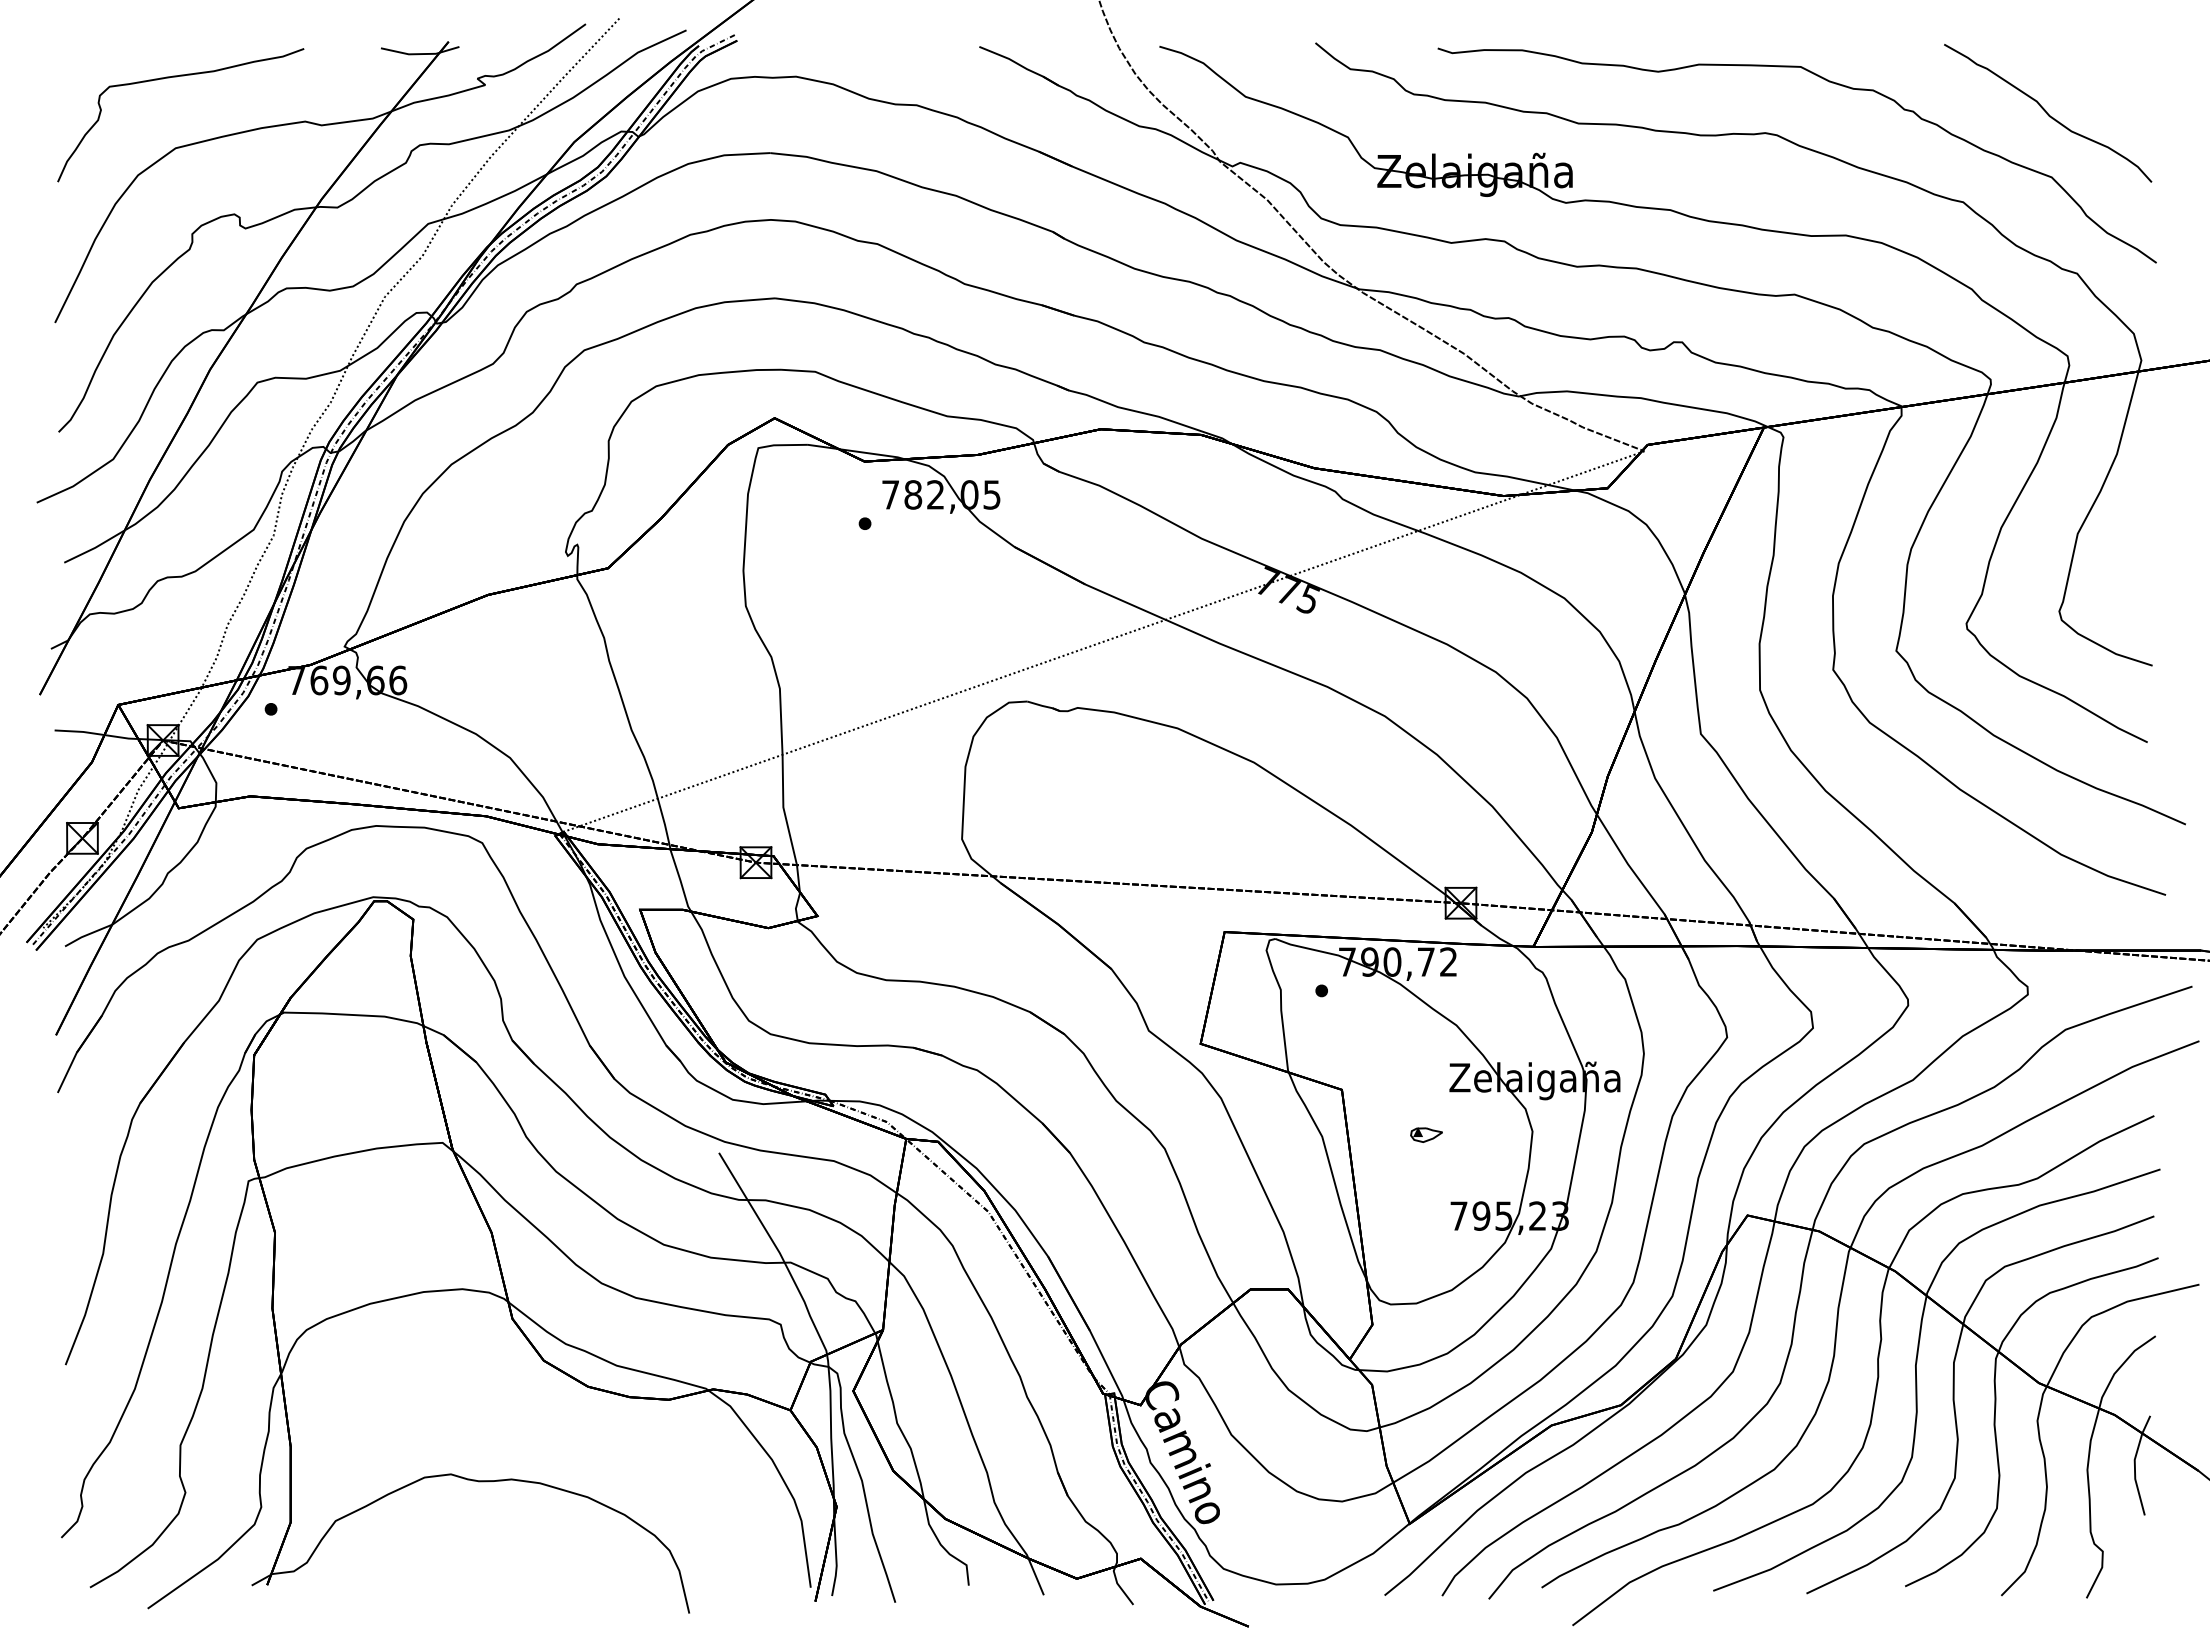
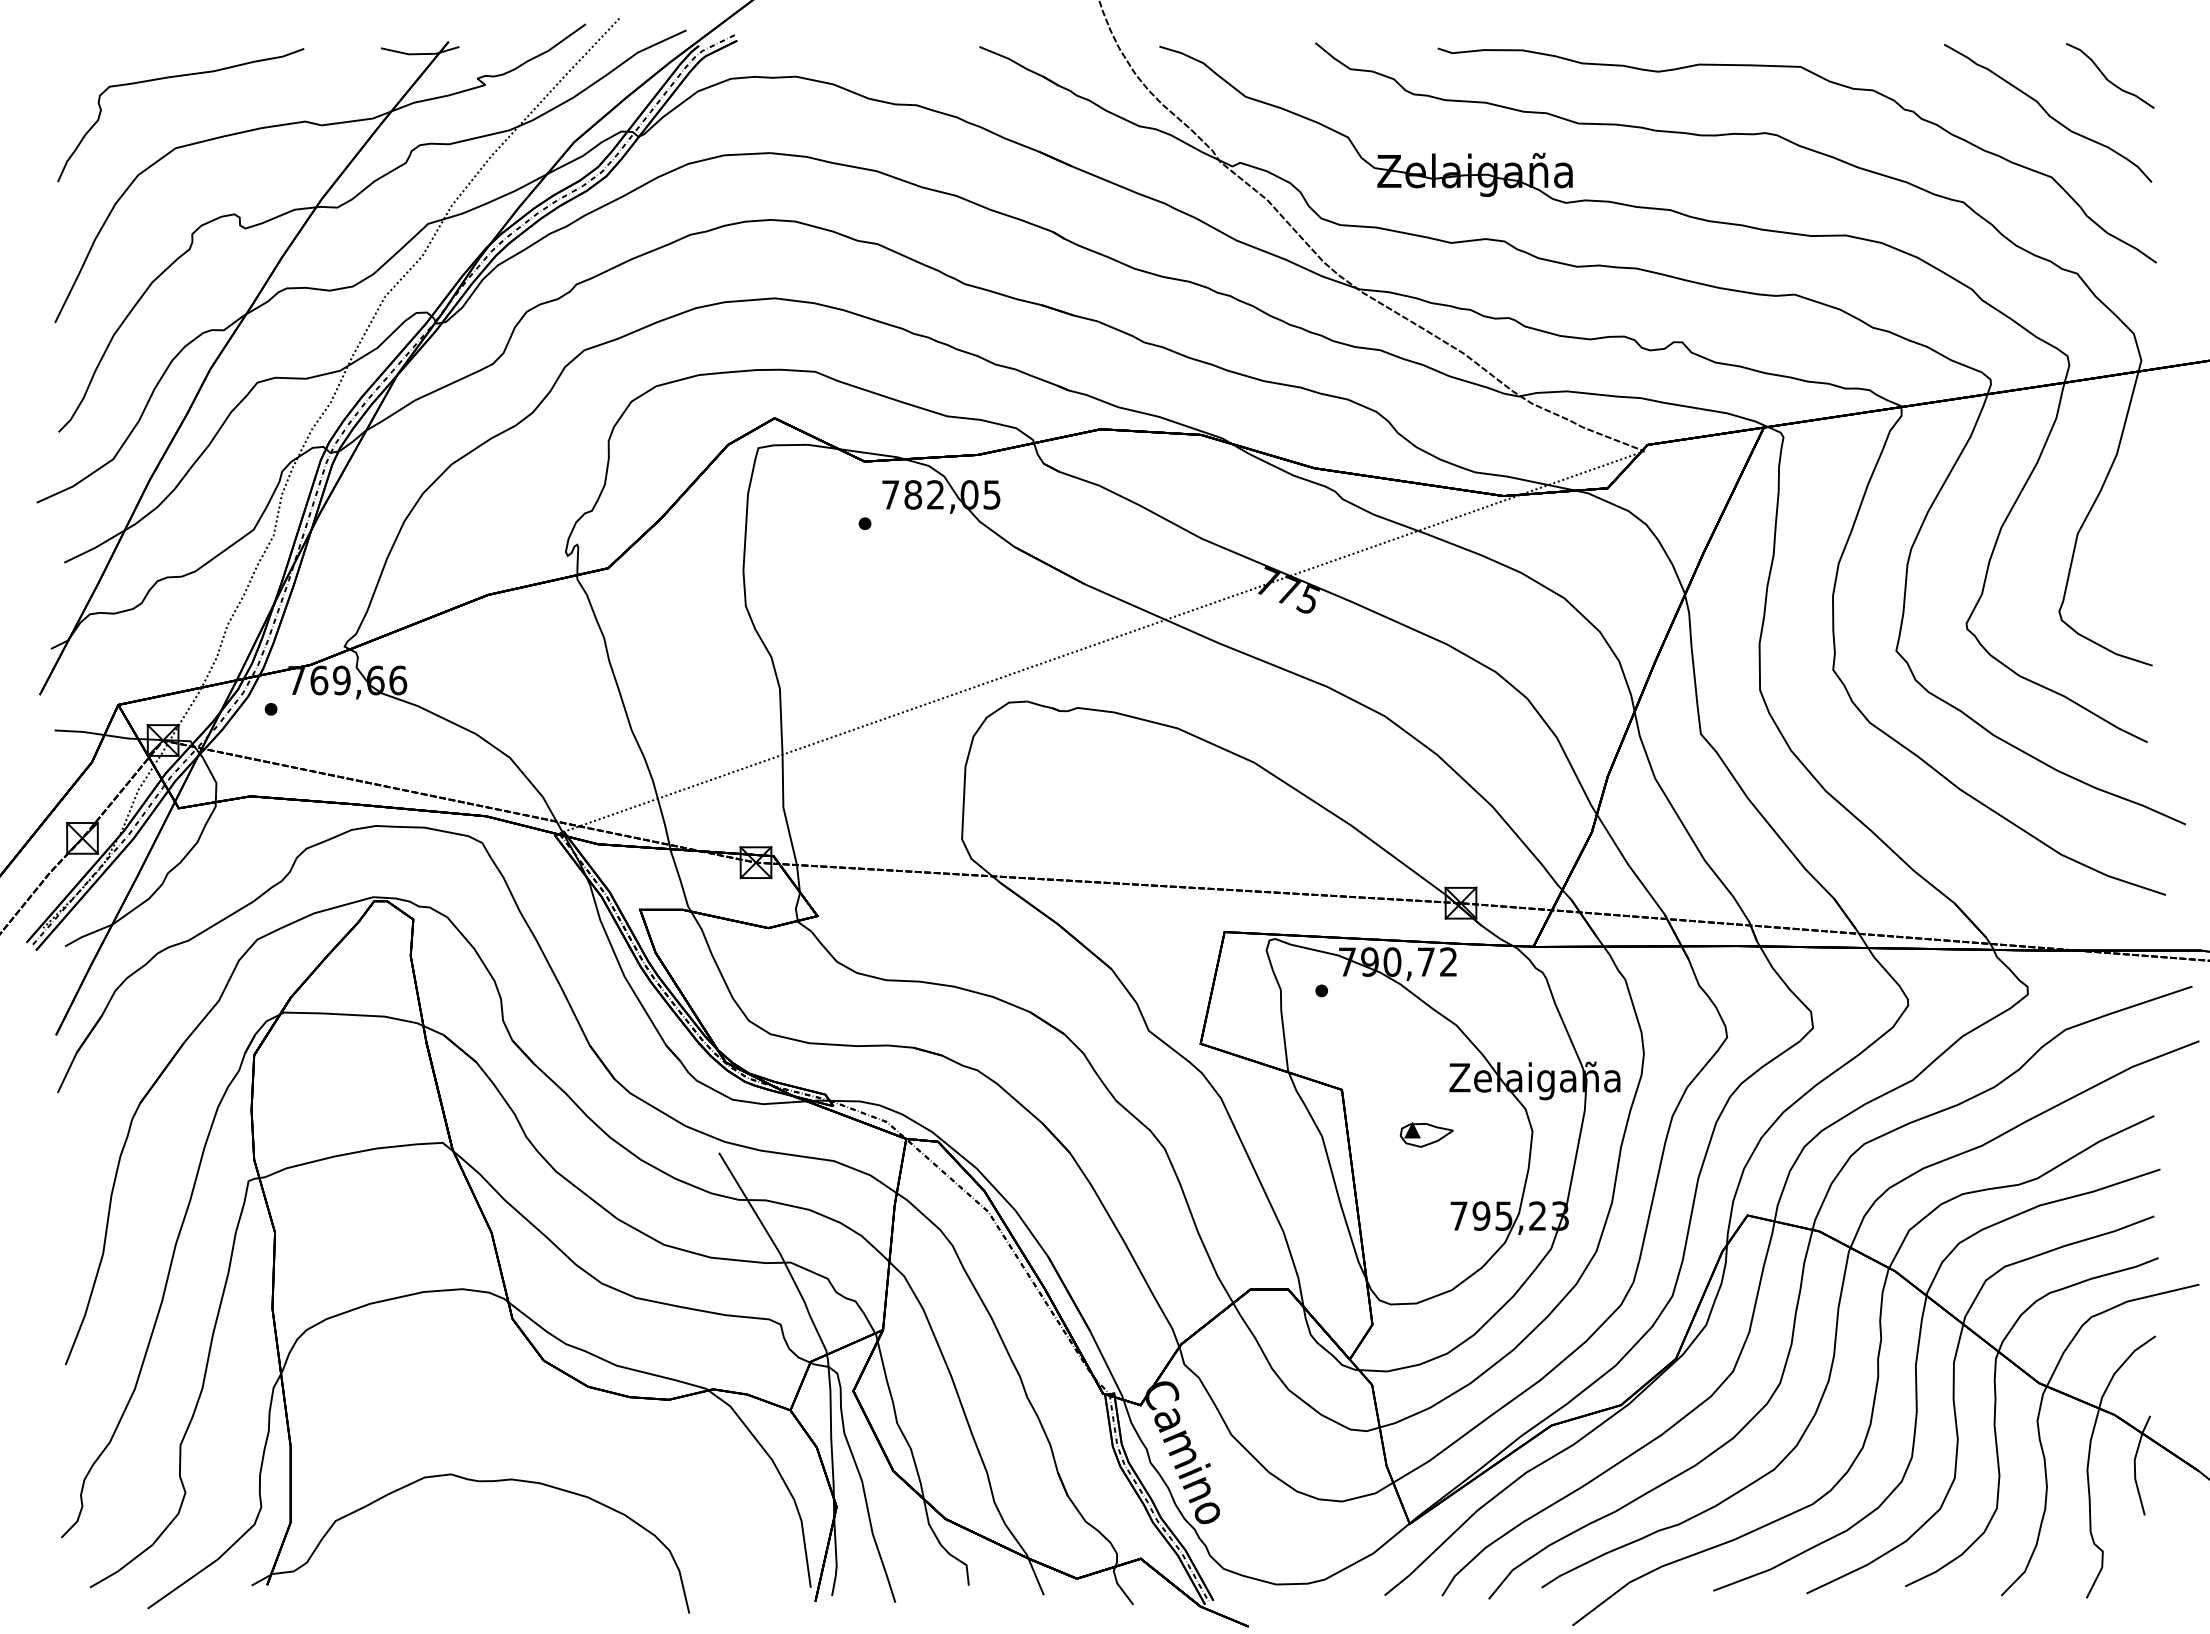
curve at (2107, 78): none -> present
part at (1426, 1134) size: 33x16 px -> 55x26 px
